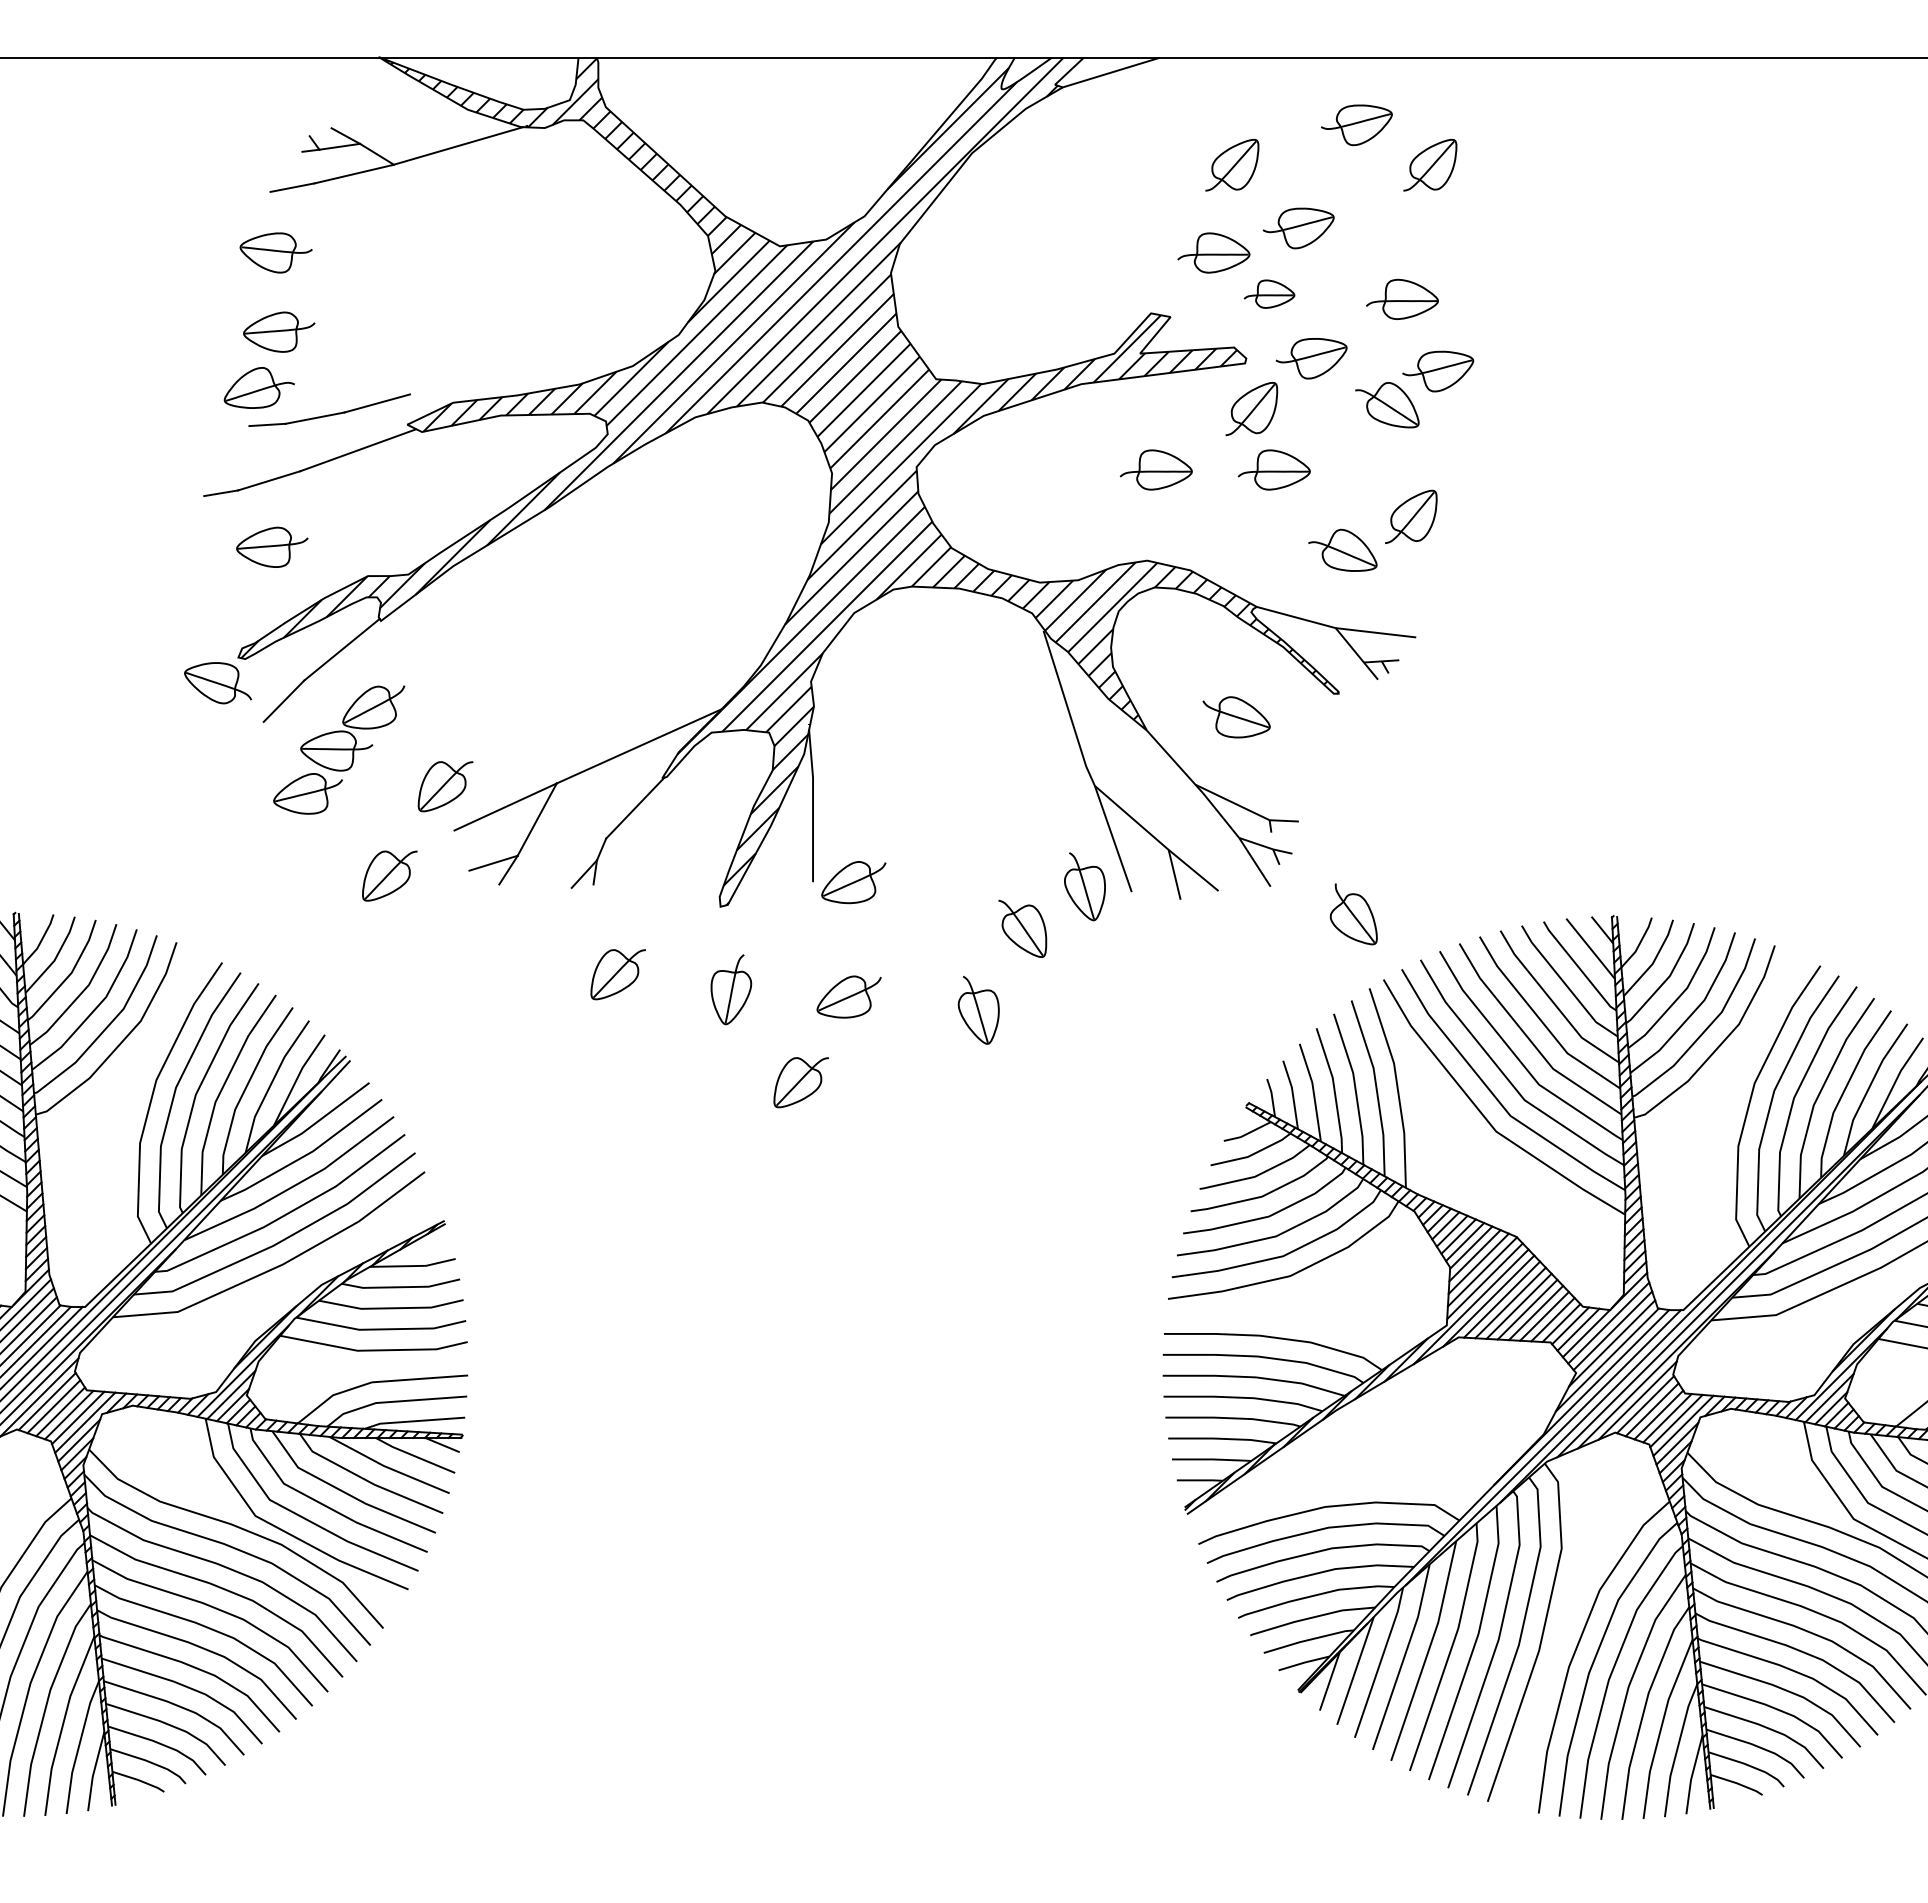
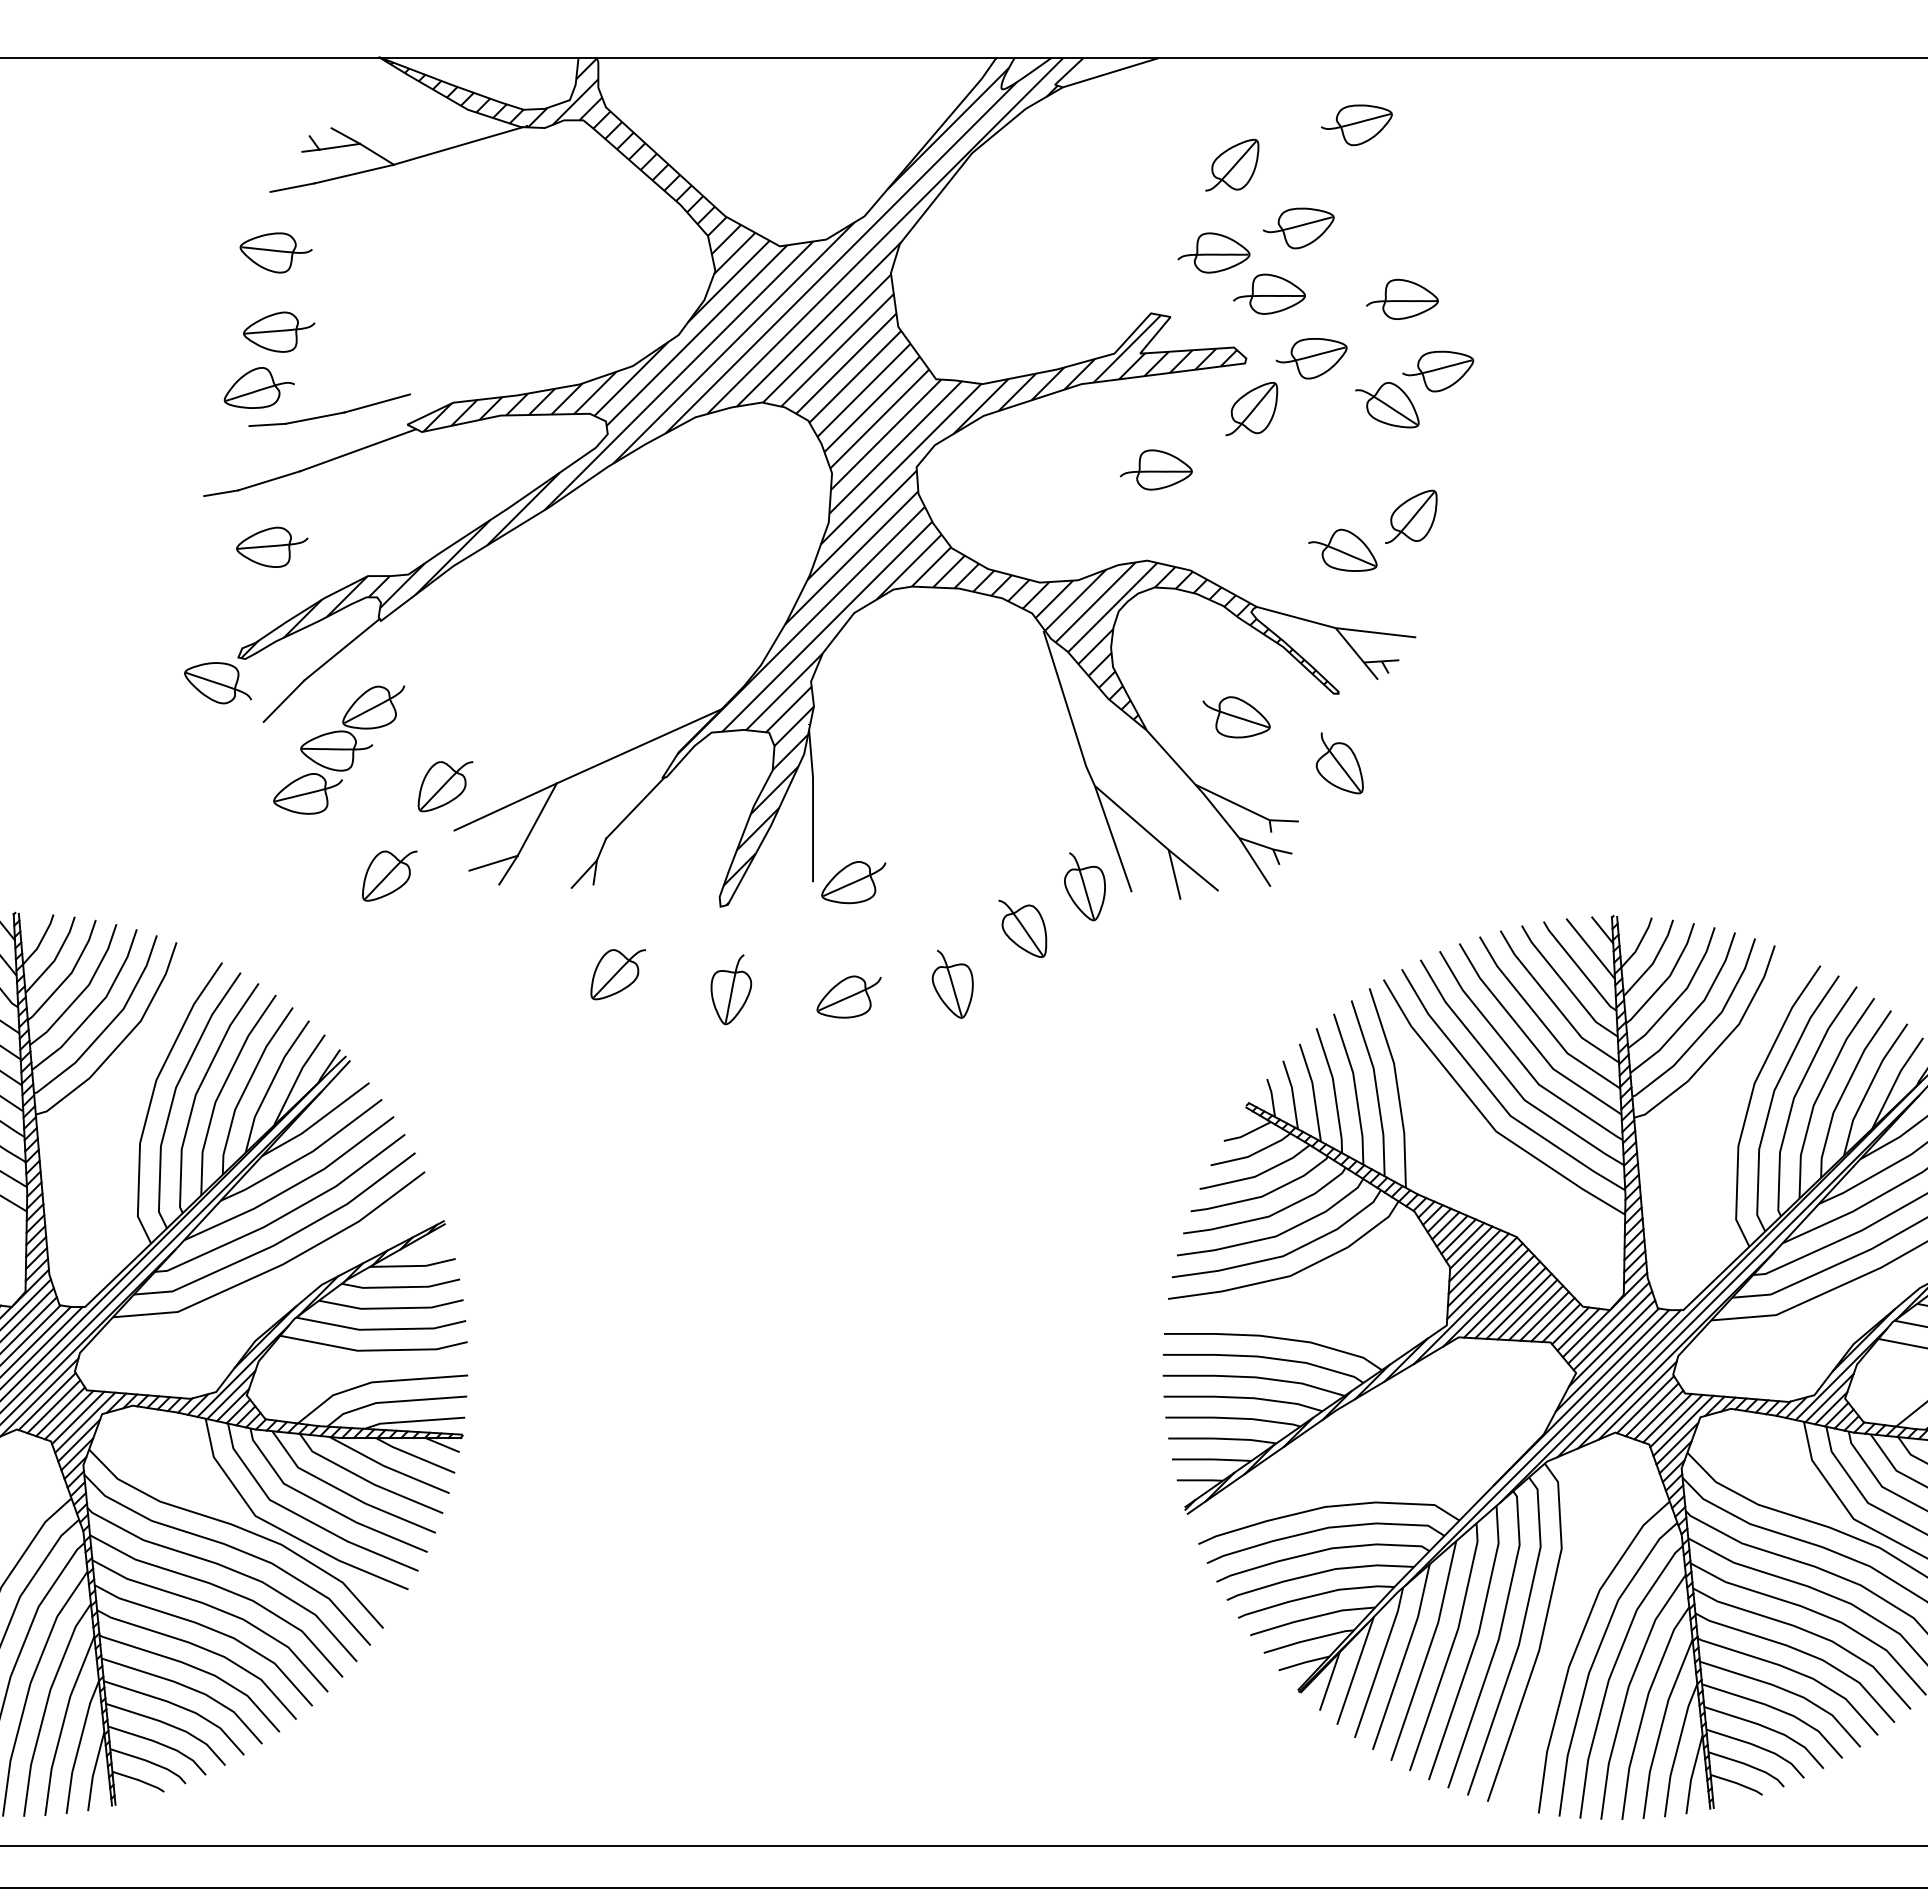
part at (1430, 164): present -> none
part at (1269, 293) size: 53x30 px -> 73x42 px
part at (1273, 469): present -> none
part at (1353, 914) position: (1353, 914) -> (1339, 763)
part at (978, 1009) position: (978, 1009) -> (952, 983)
part at (800, 1082): present -> none
line at (963, 1846): none -> present
line at (963, 1887): none -> present
